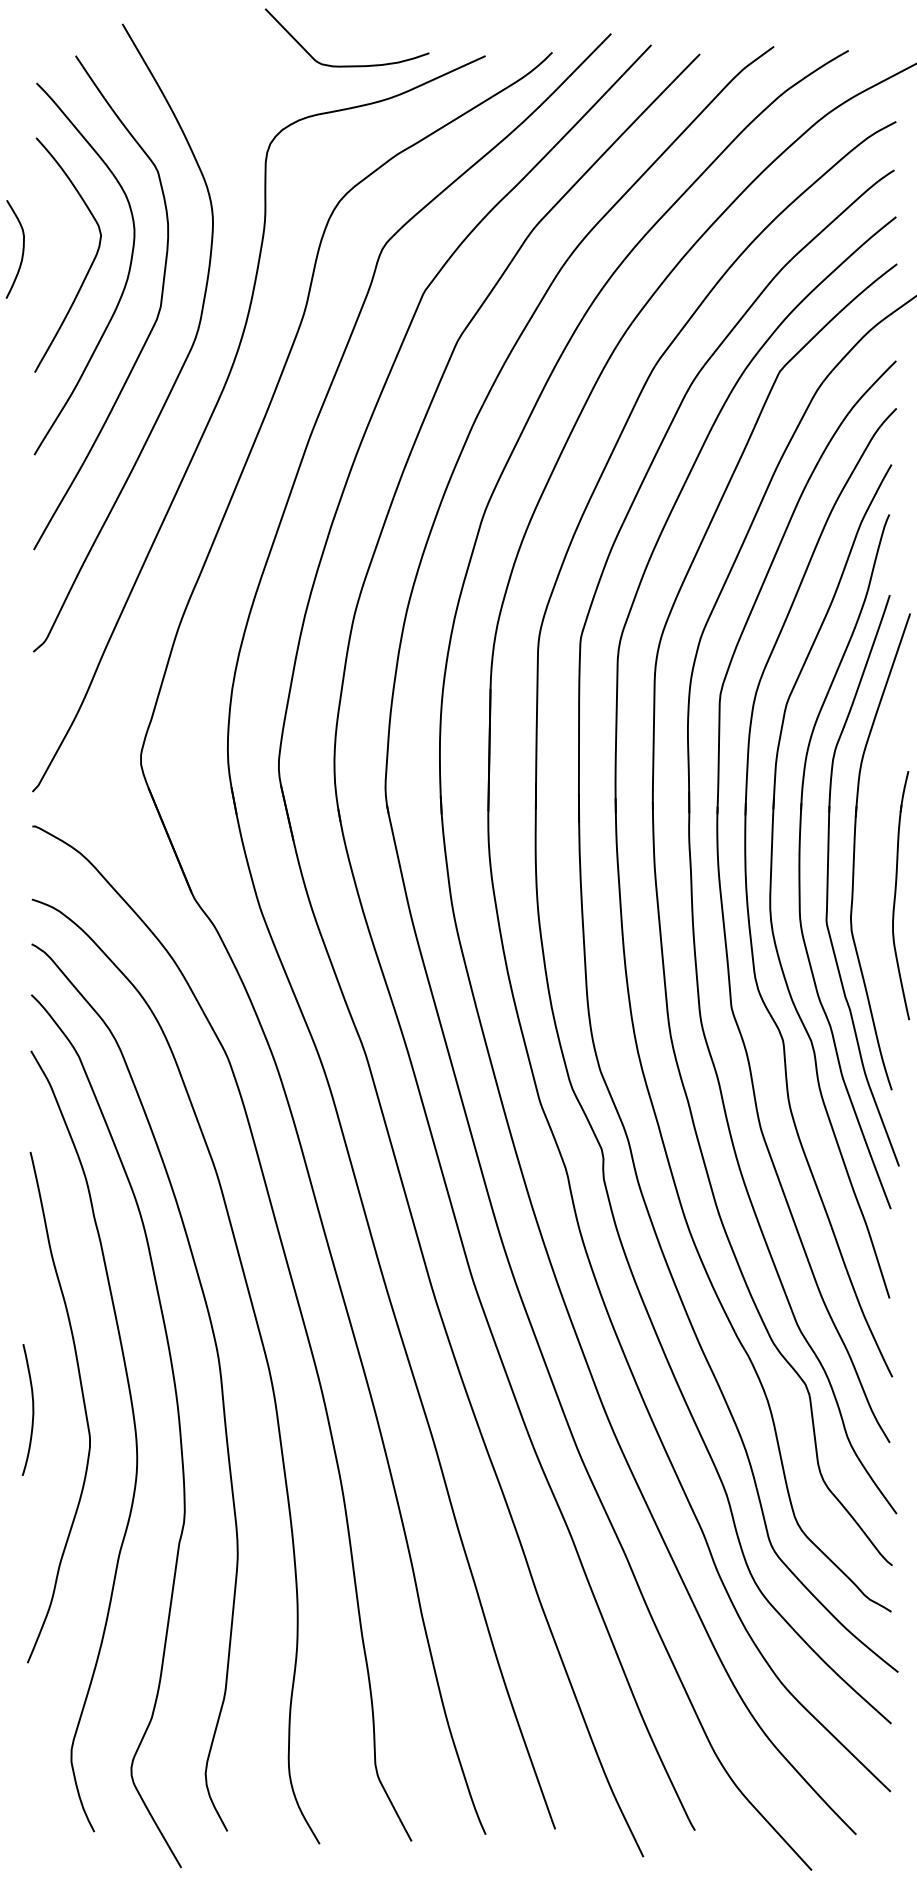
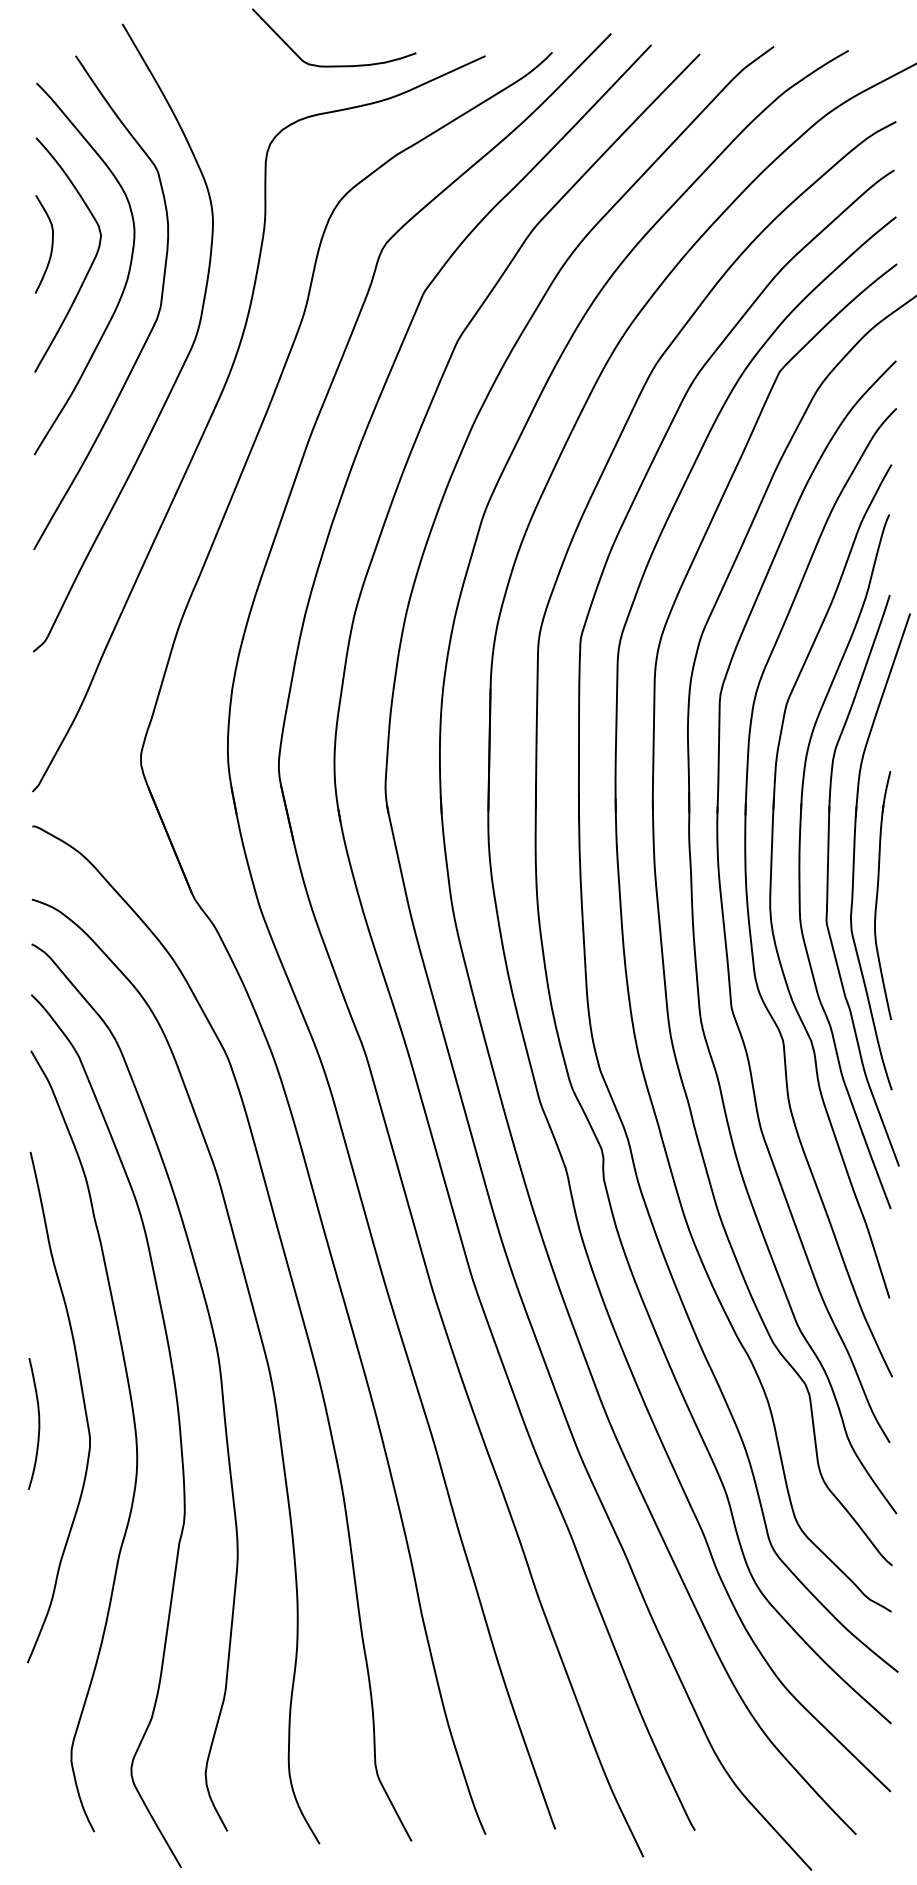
curve at (346, 65) position: (346, 65) -> (333, 65)
curve at (22, 249) position: (22, 249) -> (51, 244)
part at (901, 895) position: (901, 895) -> (883, 895)
curve at (32, 1409) position: (32, 1409) -> (38, 1423)
